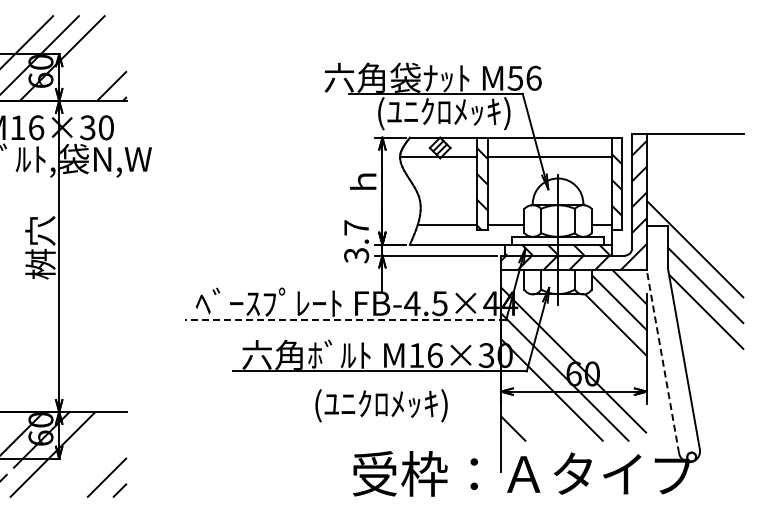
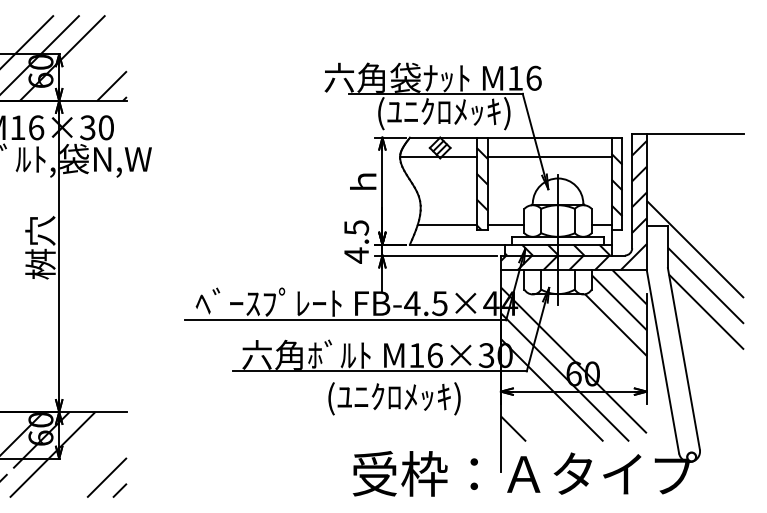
text at (515, 78): M56 -> M16
text at (356, 241): 3.7 -> 4.5
line at (345, 320): dashed -> solid
line at (662, 361): dashed -> solid
text at (381, 405) position: (381, 405) -> (394, 398)
